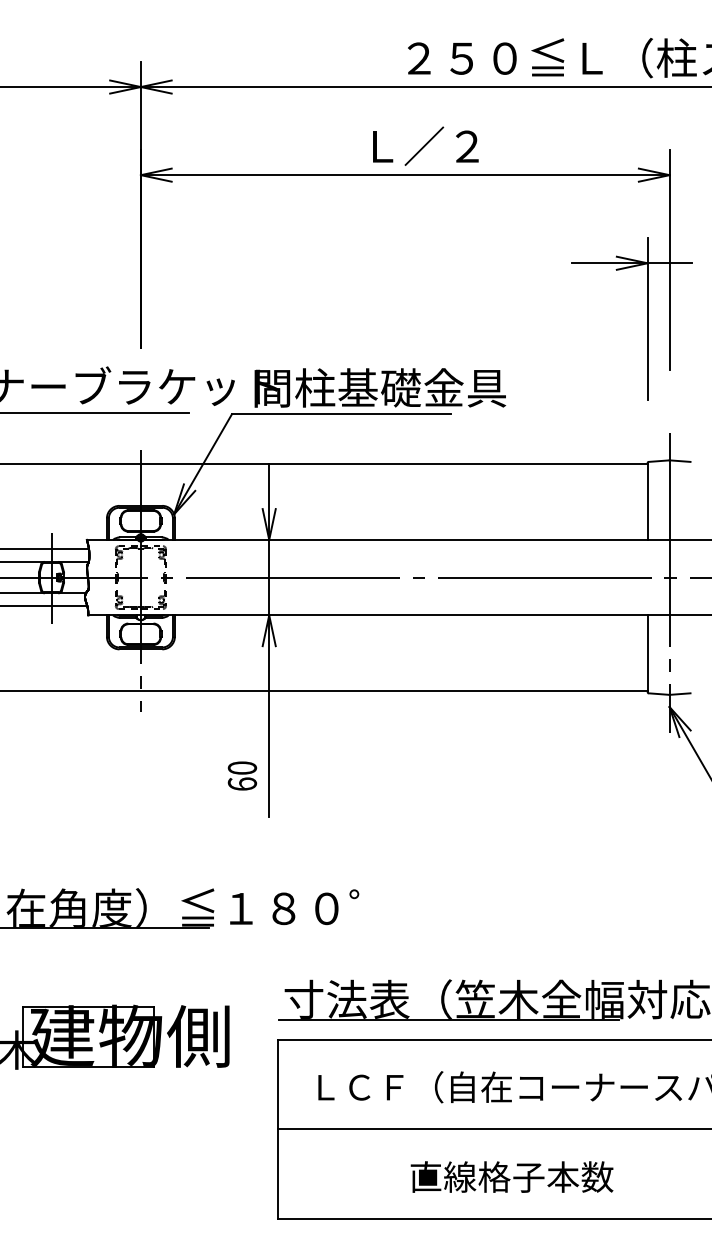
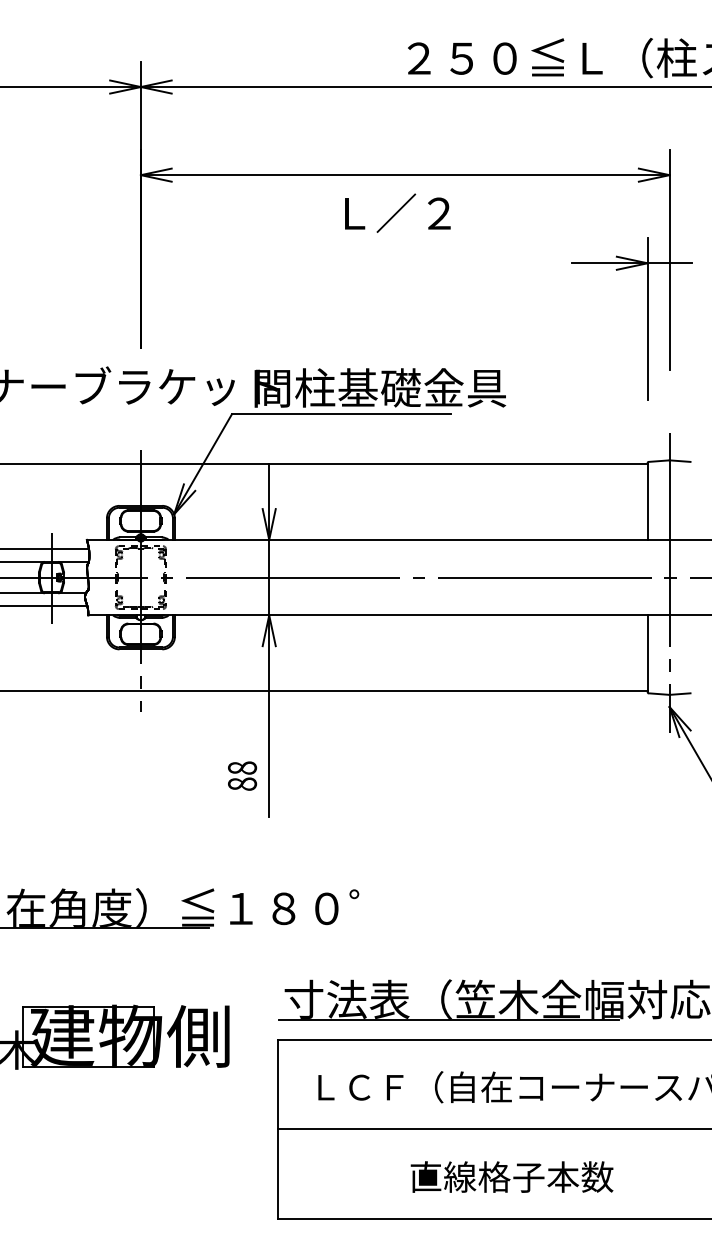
text at (425, 145) position: (425, 145) -> (397, 212)
line at (95, 413): present -> none
text at (241, 775): 60 -> 88
